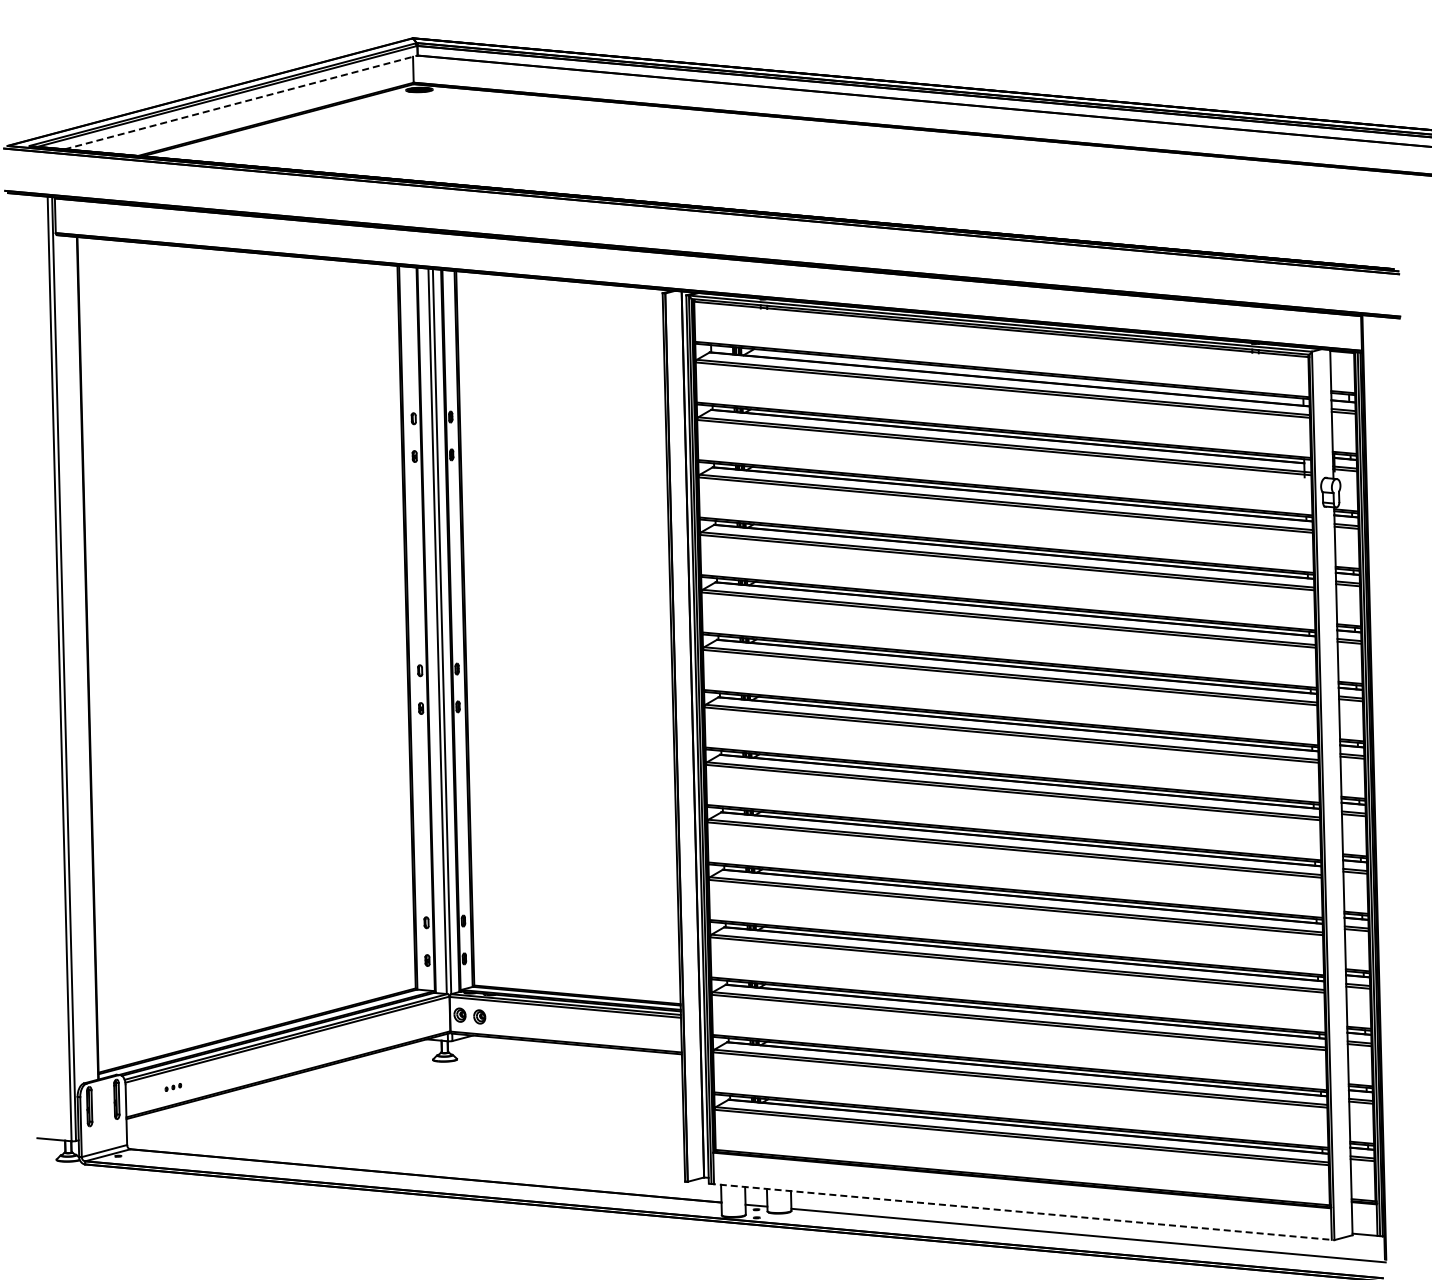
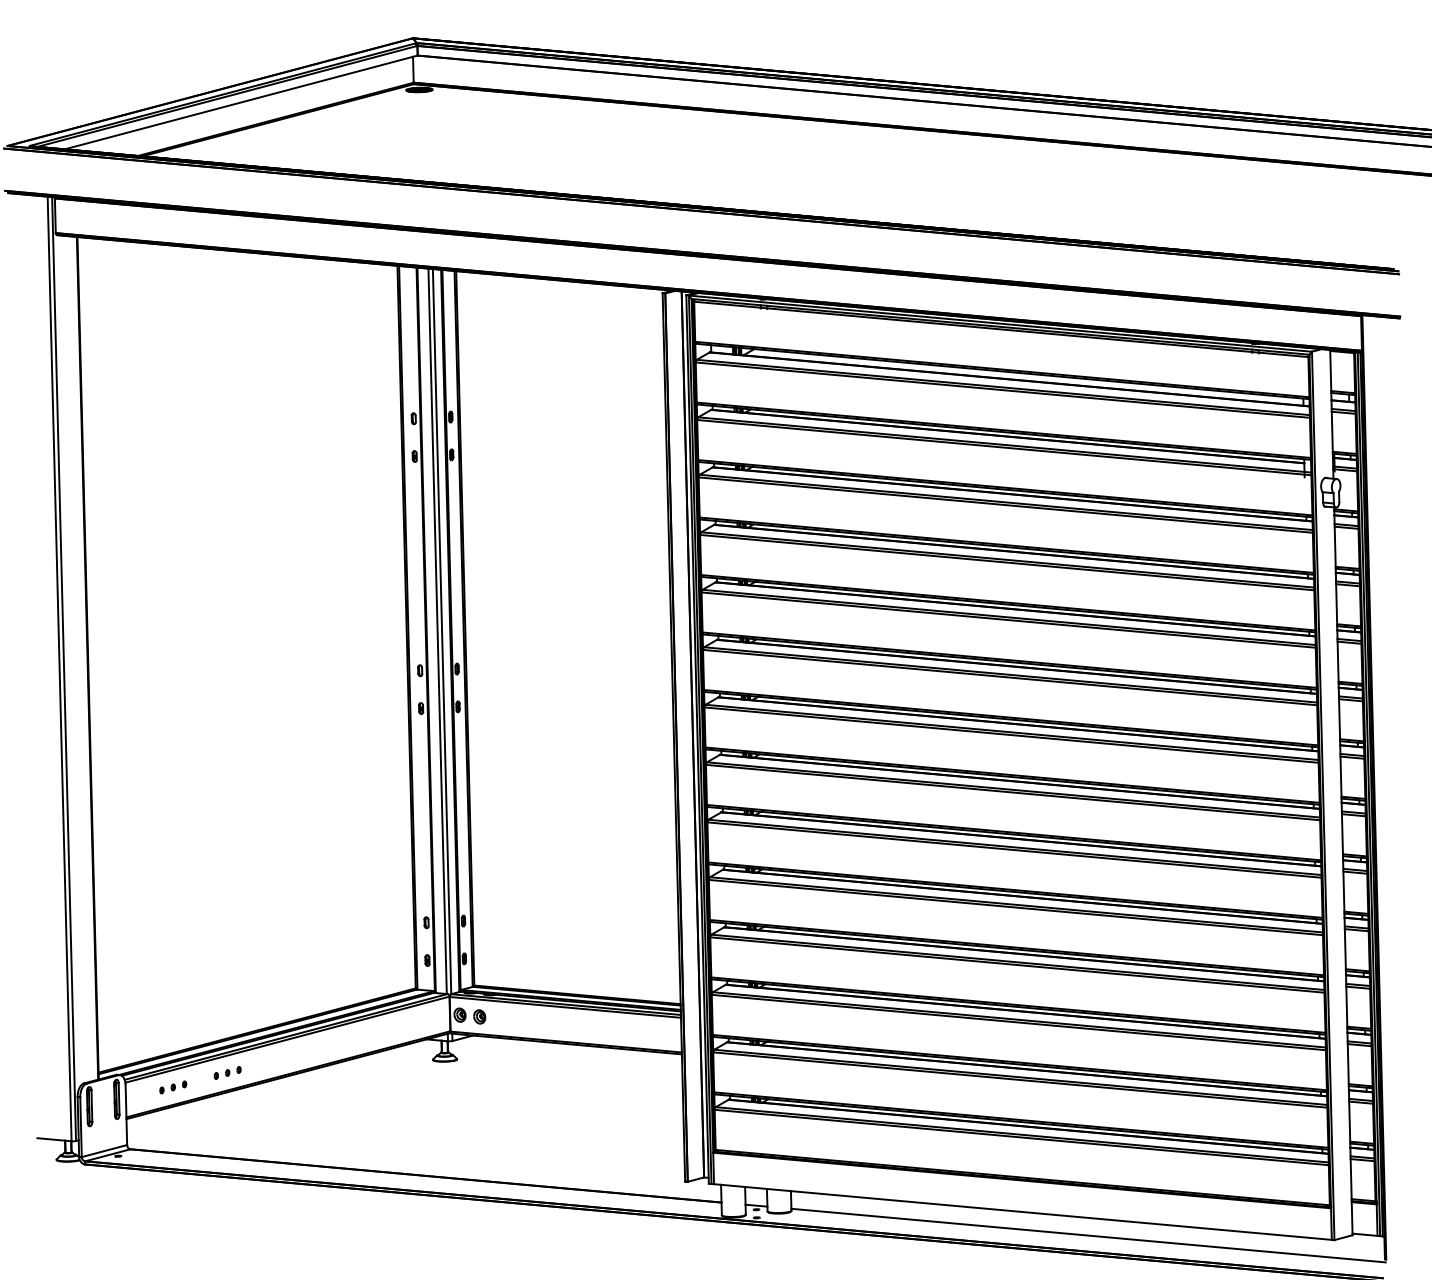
line at (241, 102): dashed -> solid
part at (227, 1072): none -> present
part at (173, 1087) size: 19x9 px -> 29x15 px
line at (1022, 1211): dashed -> solid
